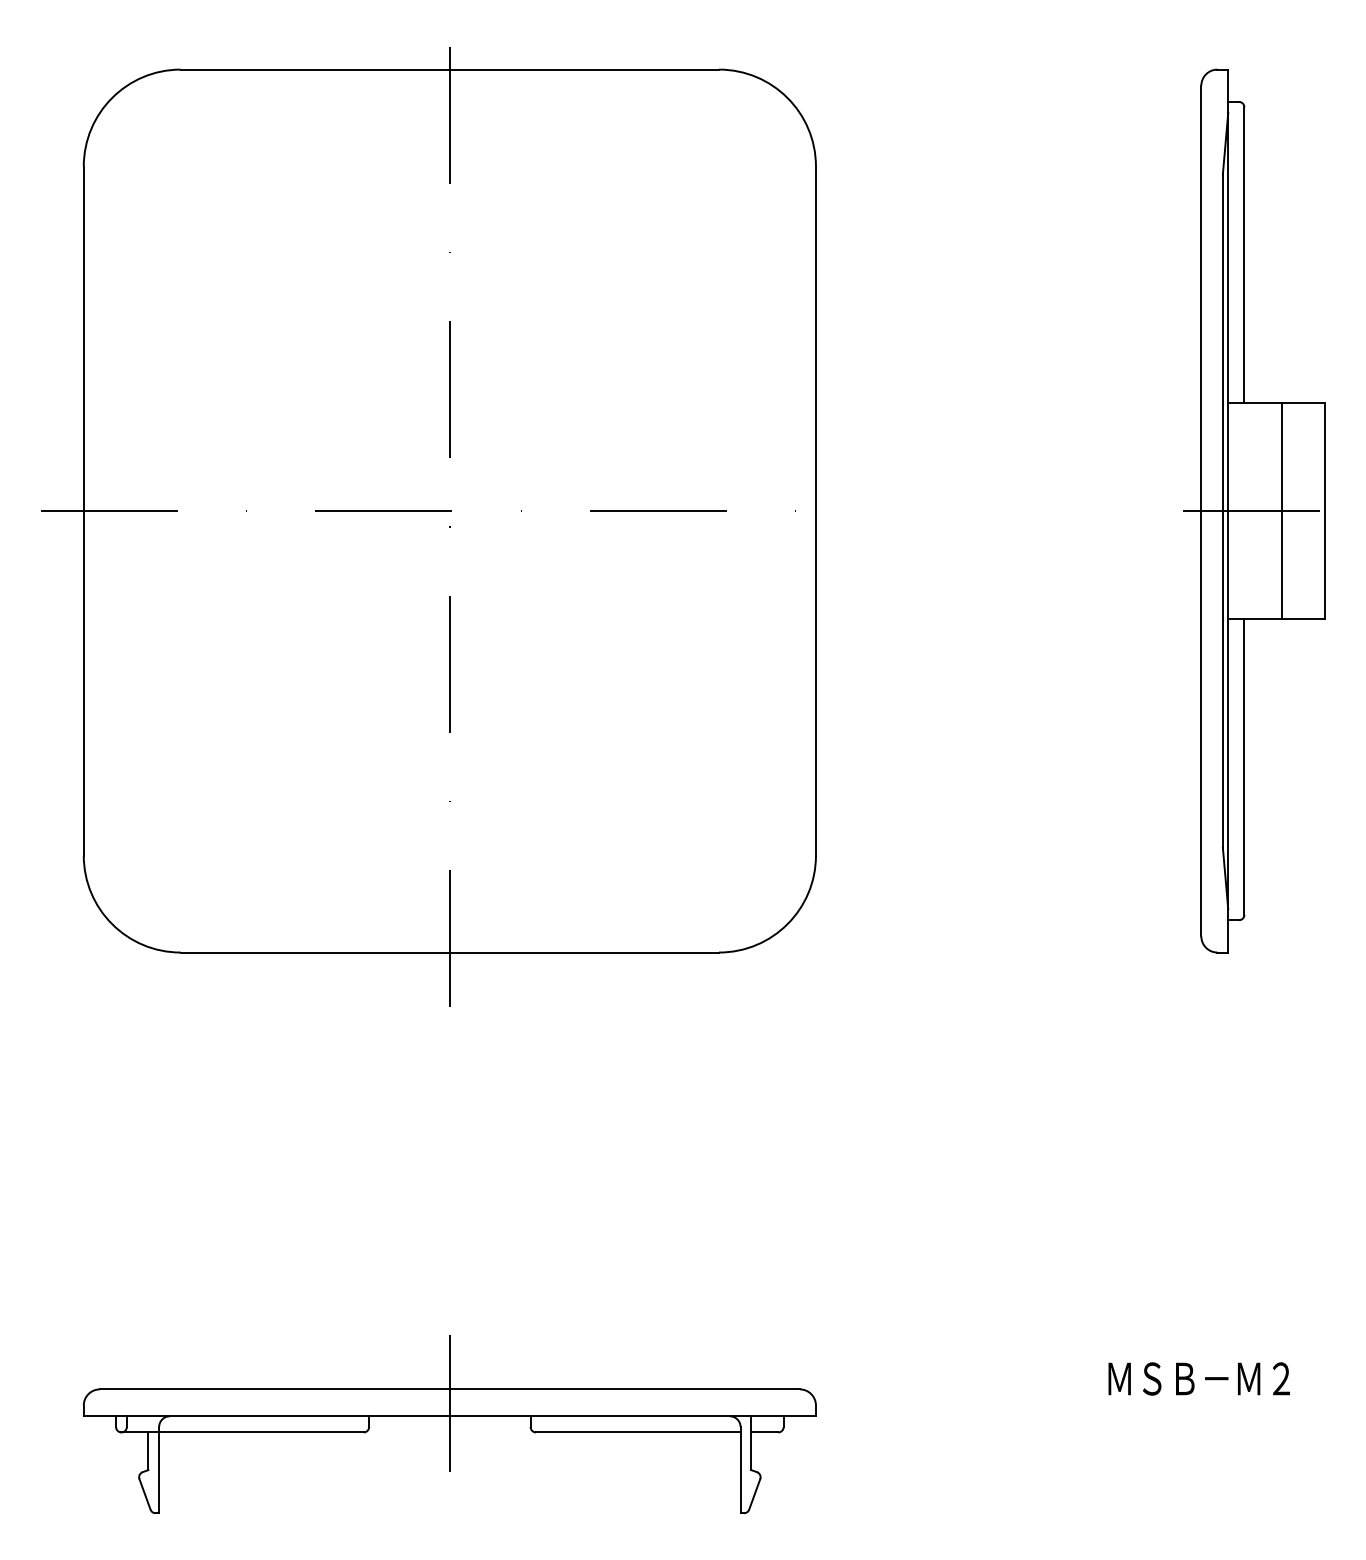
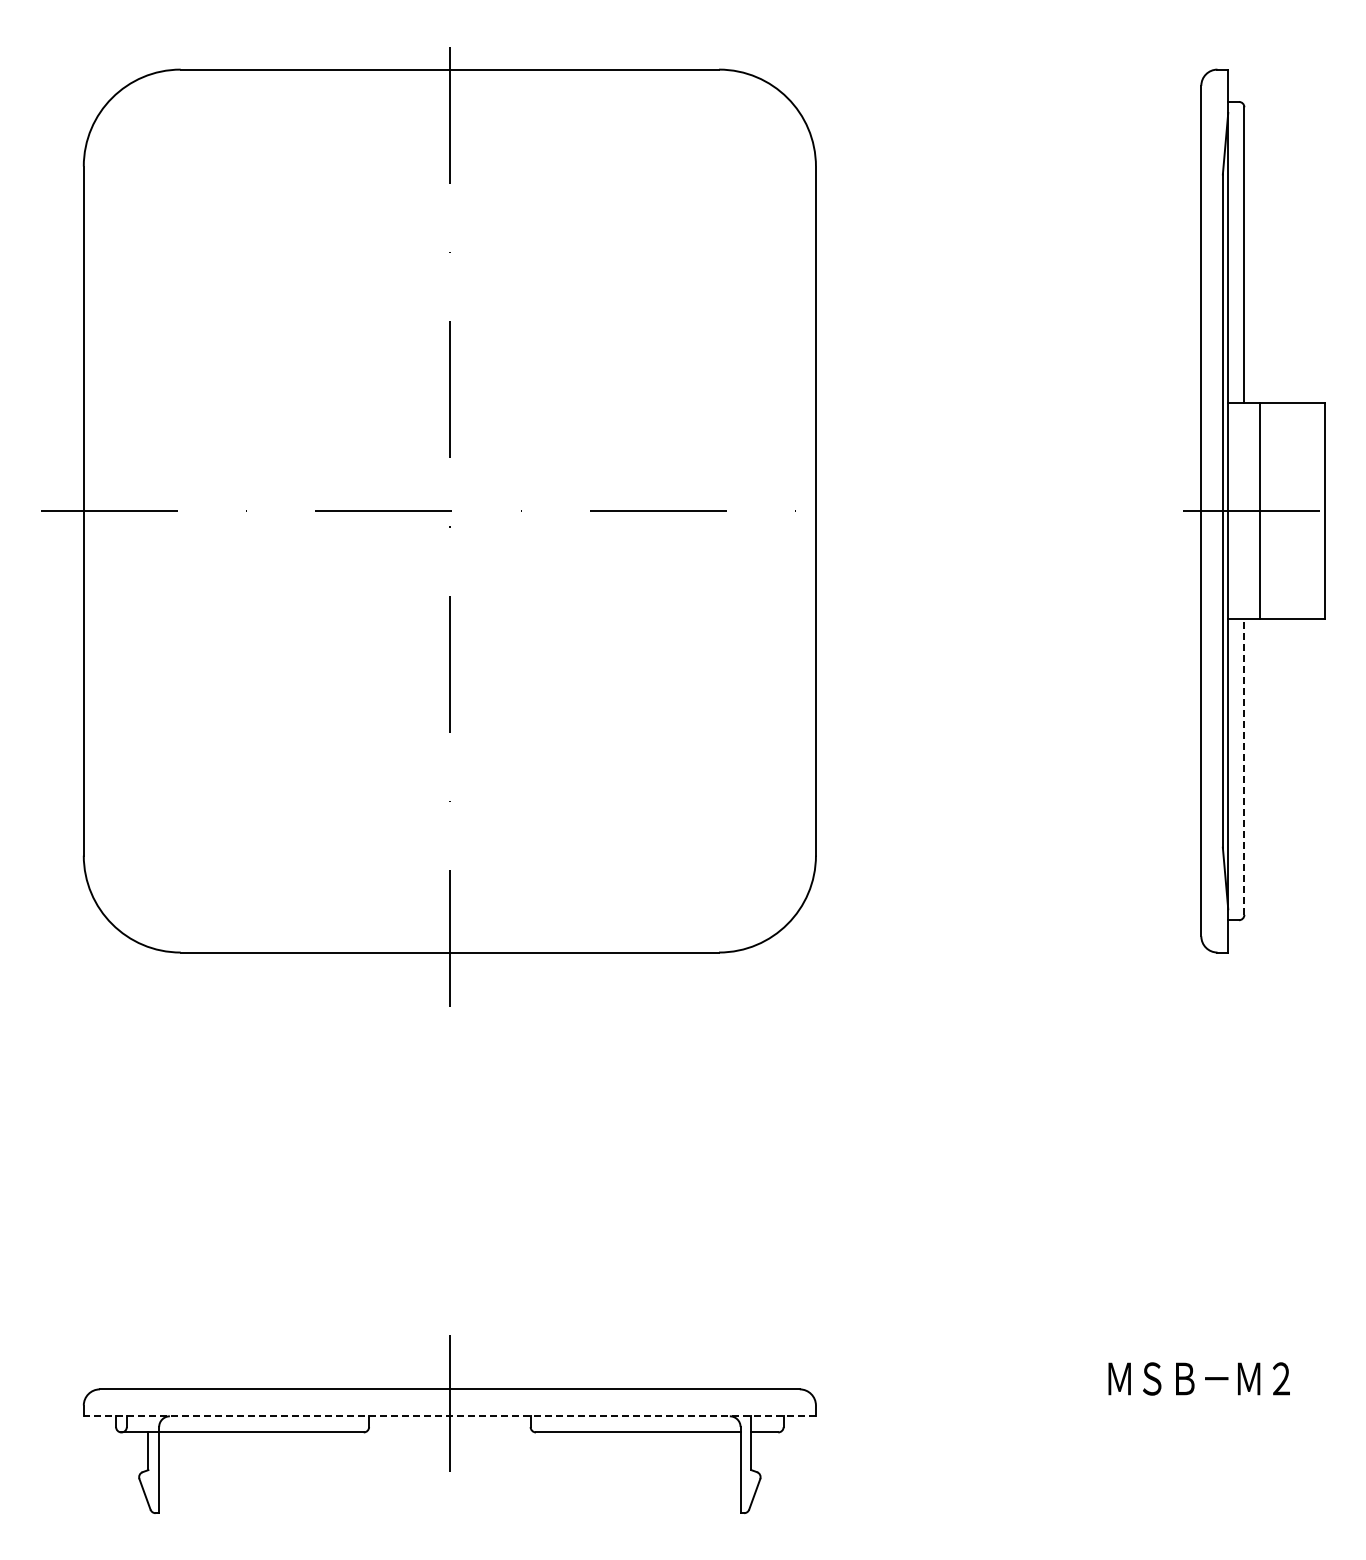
line at (1282, 510) position: (1282, 510) -> (1260, 510)
line at (1244, 766): solid -> dashed
line at (449, 1416): solid -> dashed
